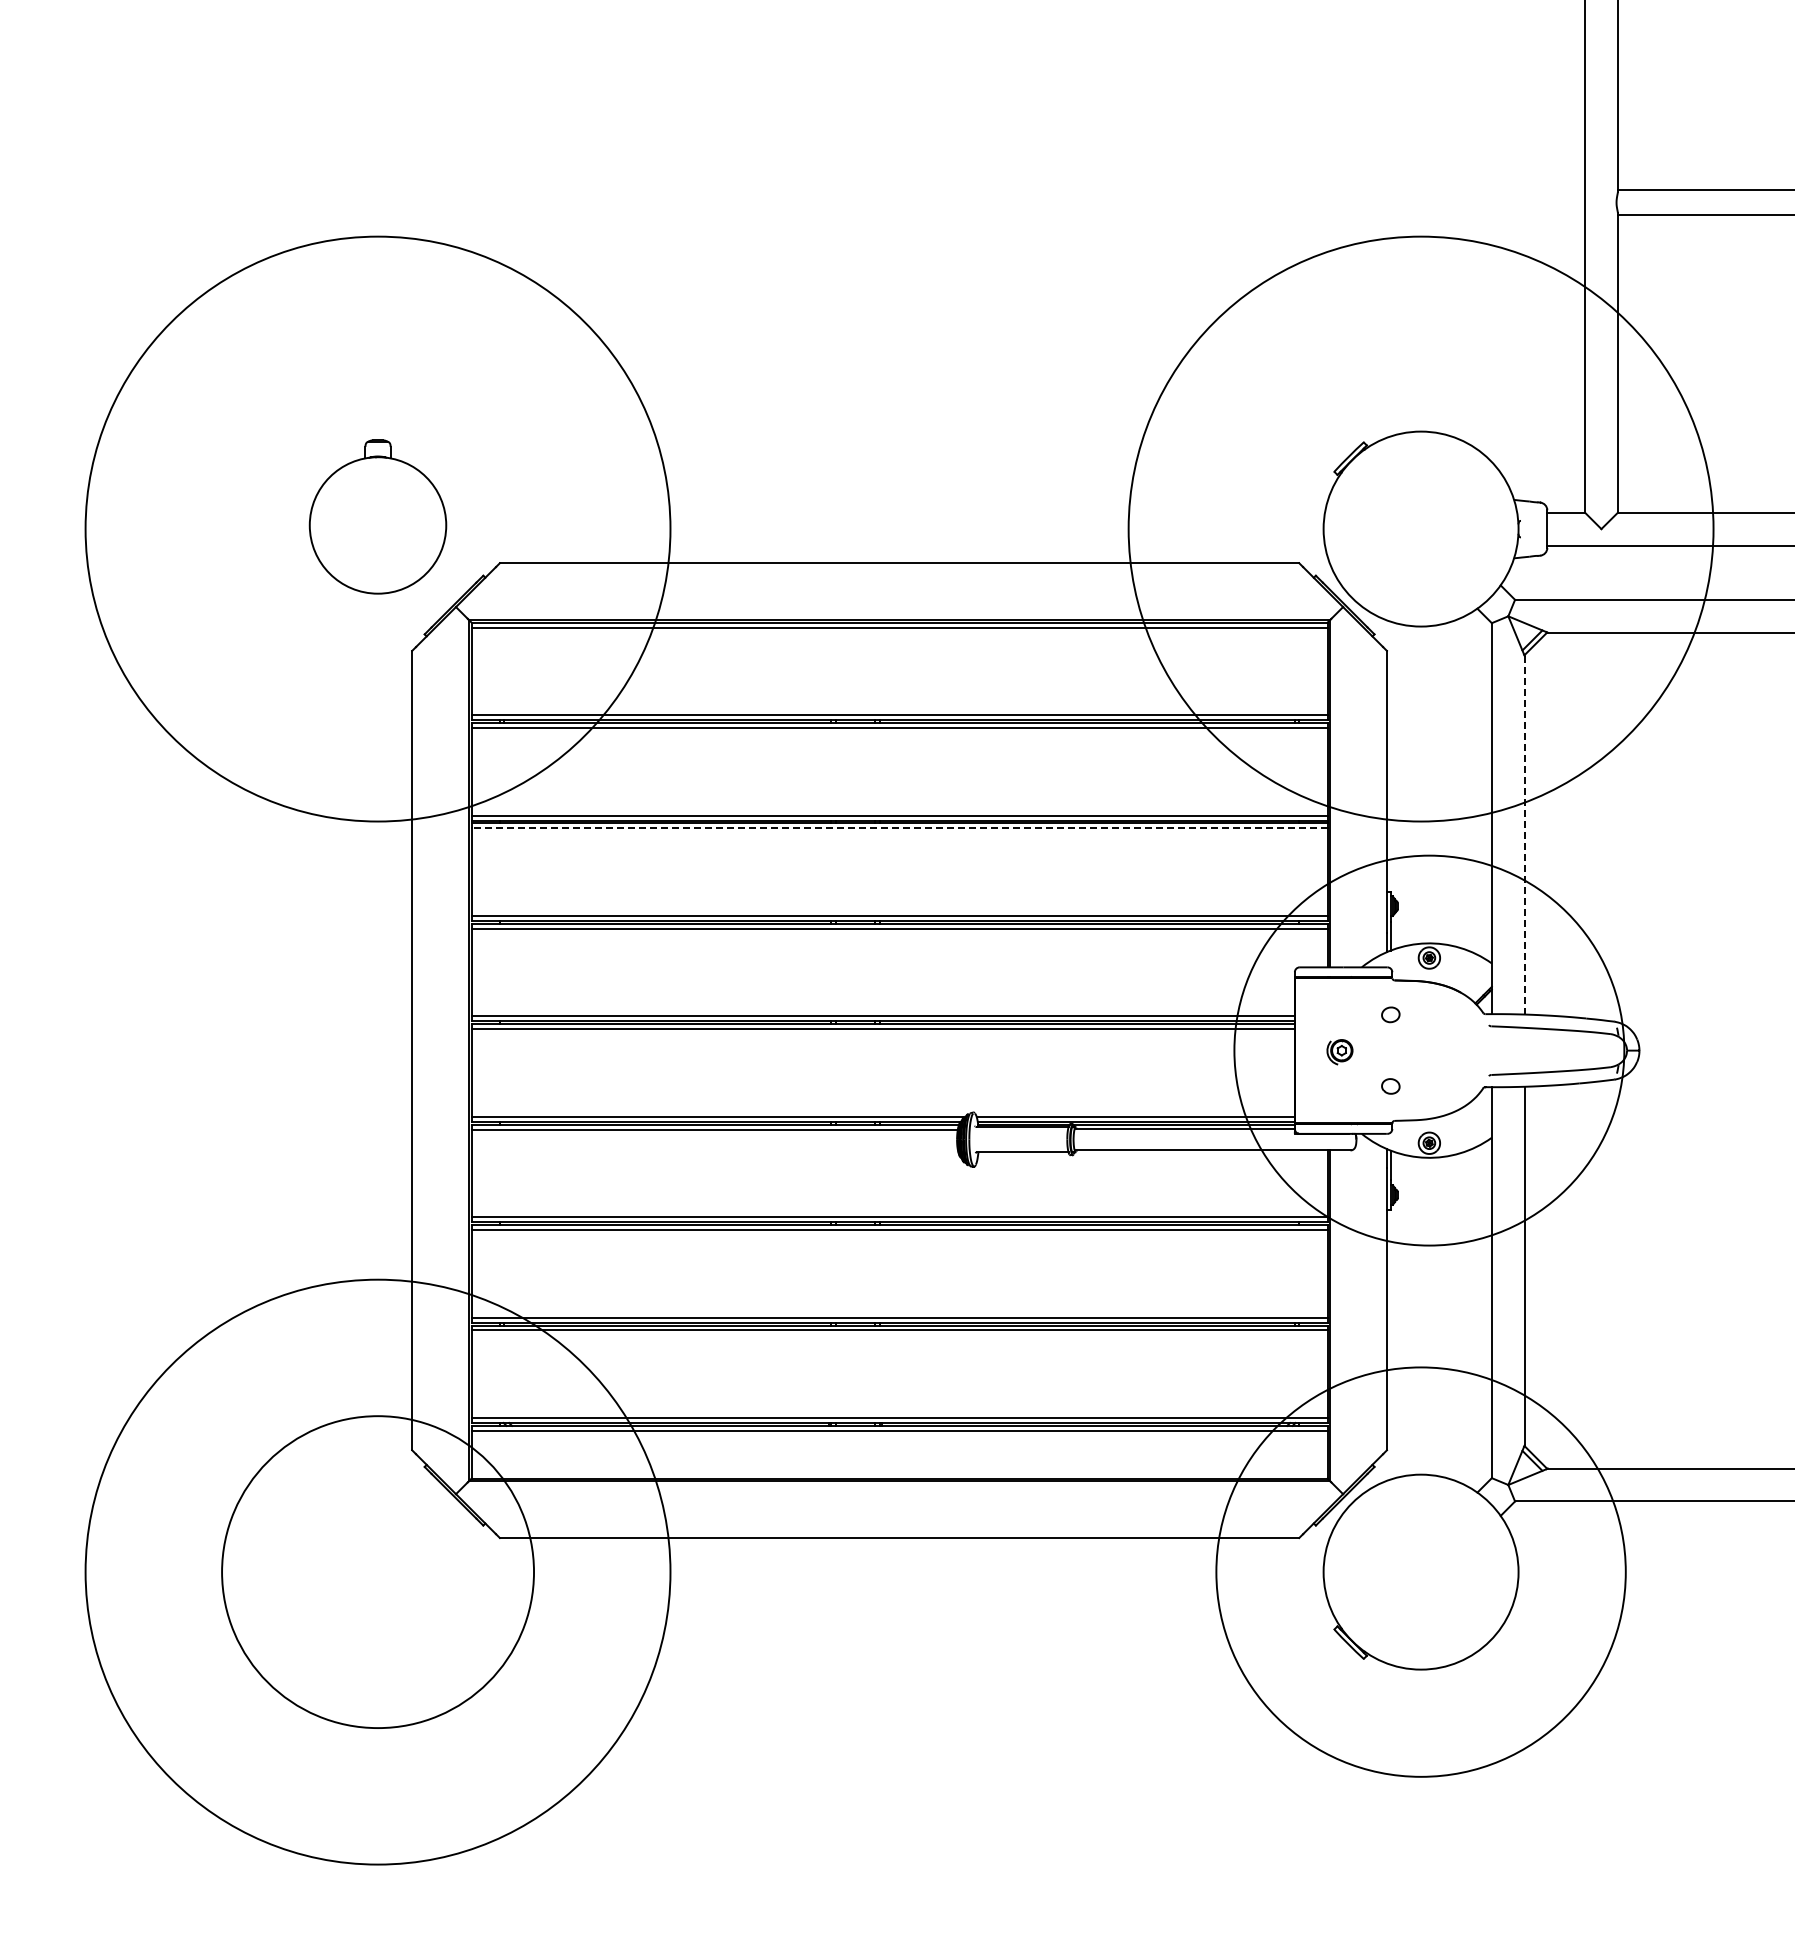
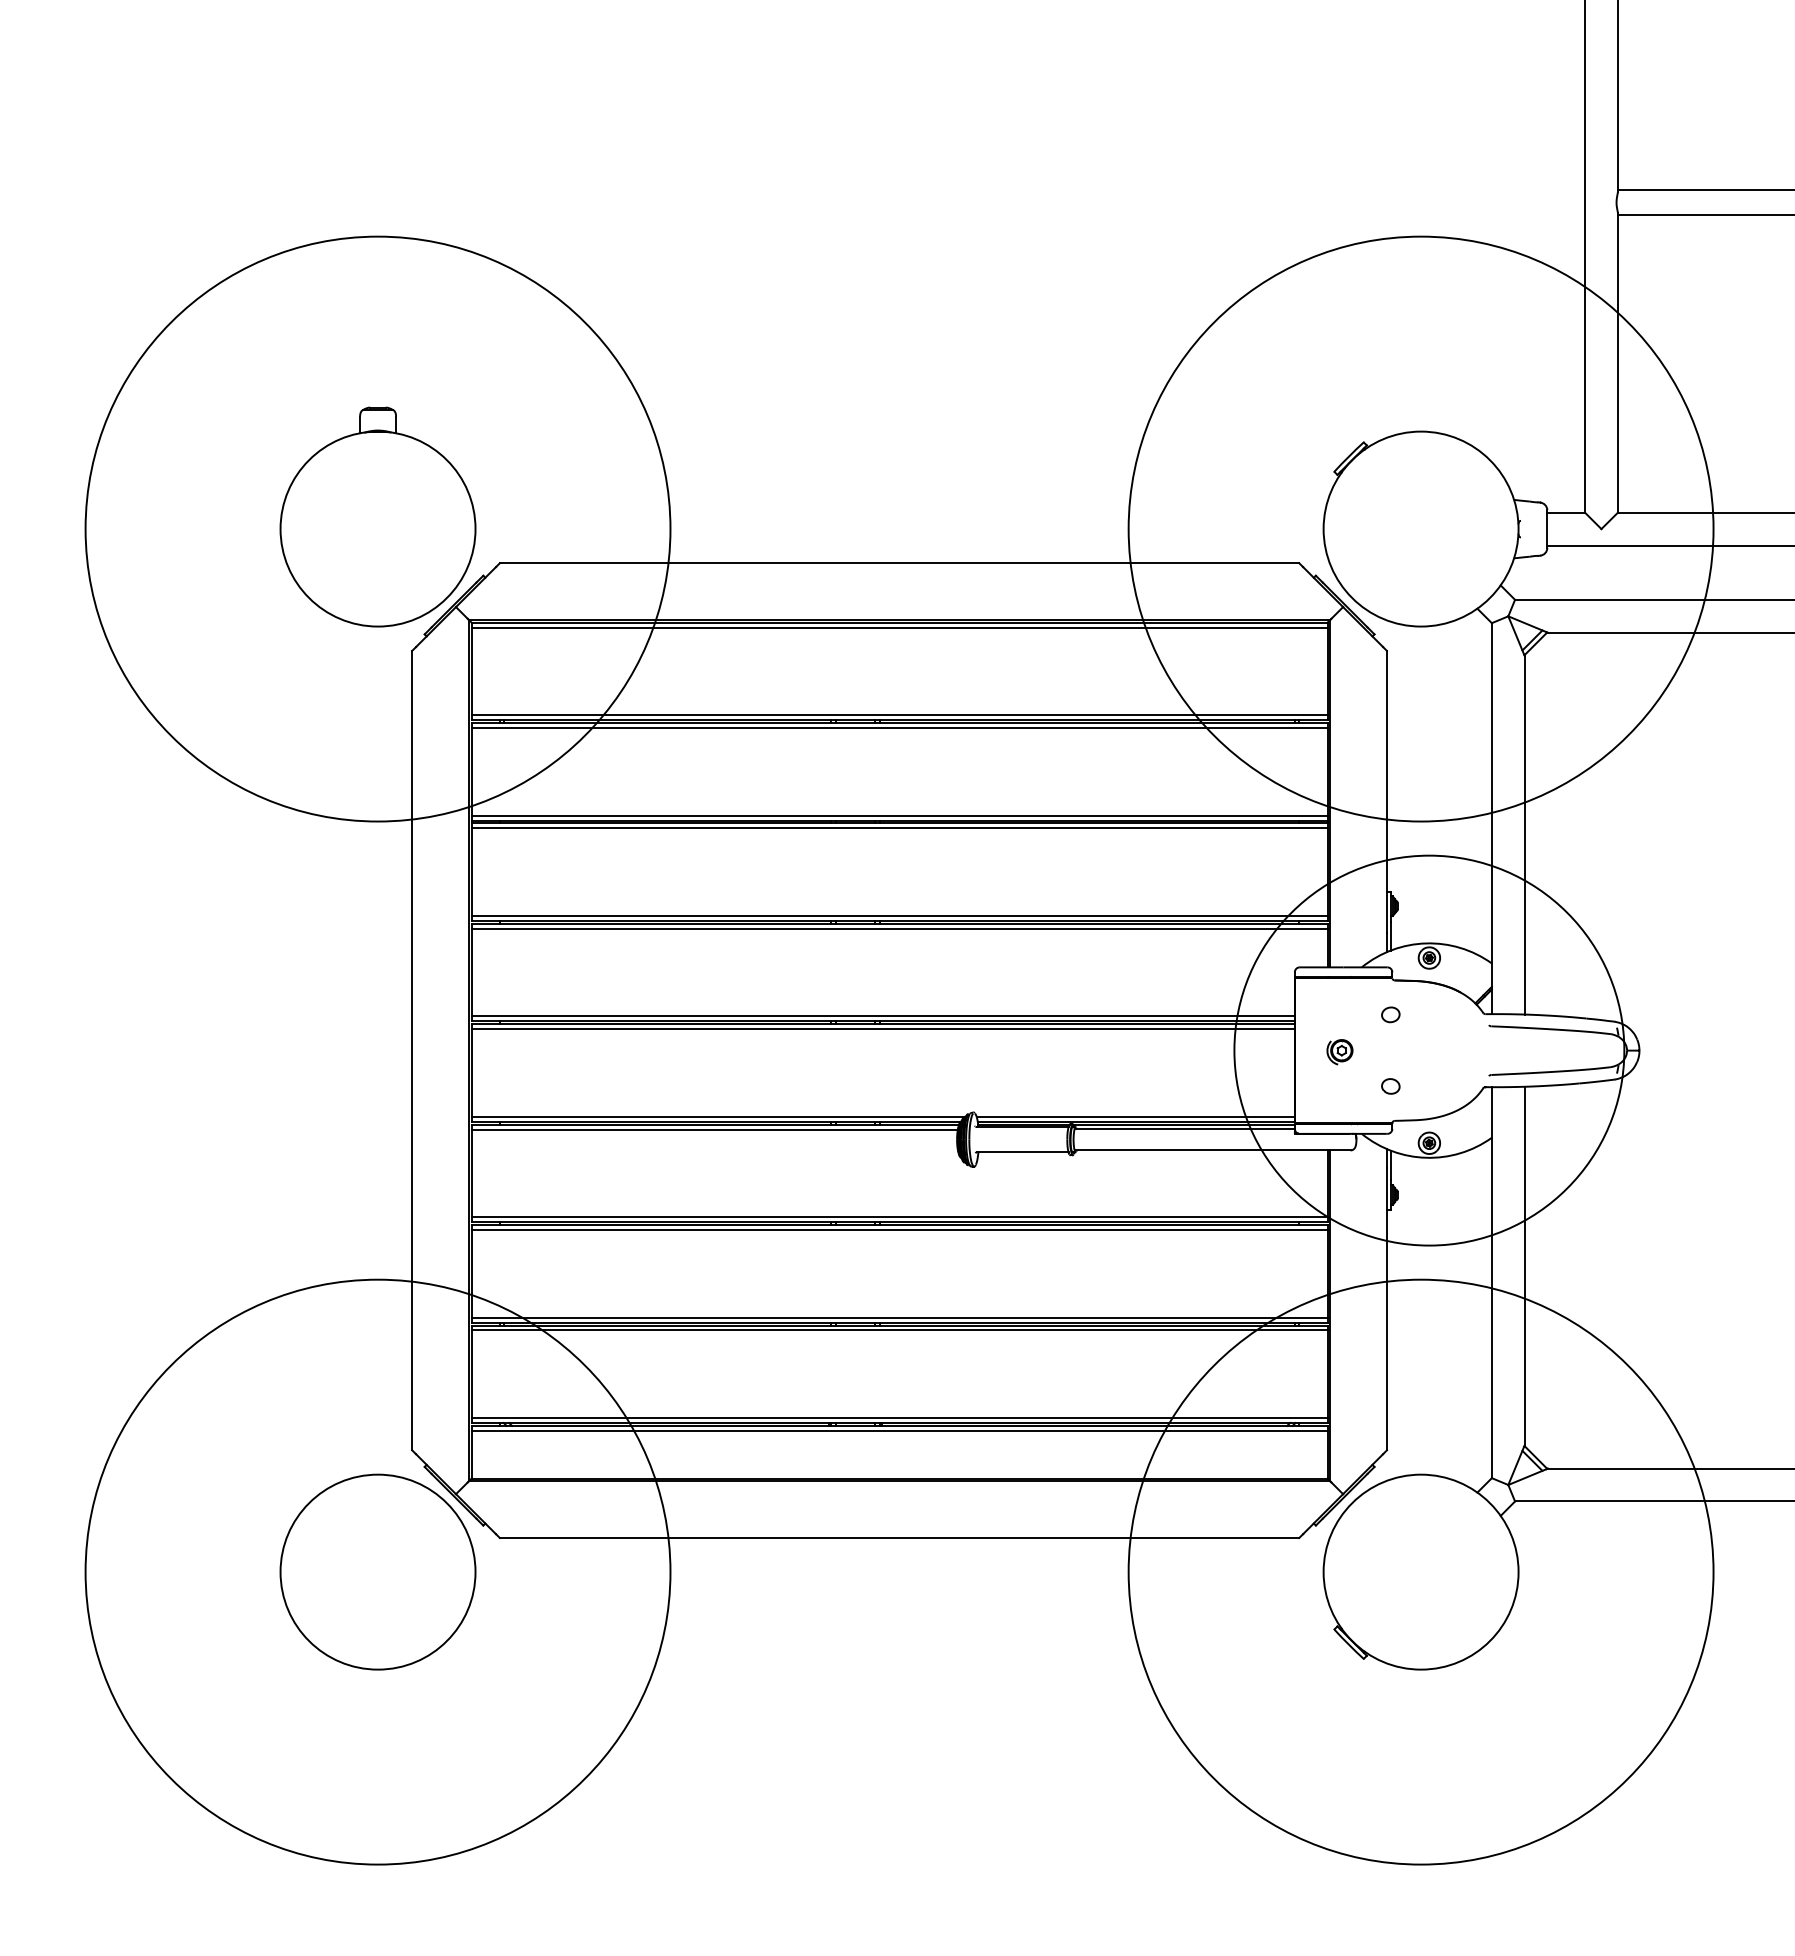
part at (377, 516) size: 140x156 px -> 198x222 px
line at (899, 828): dashed -> solid
line at (1524, 834): dashed -> solid
circle at (1420, 1571) diameter: 409 px -> 585 px
circle at (378, 1572) diameter: 312 px -> 195 px
